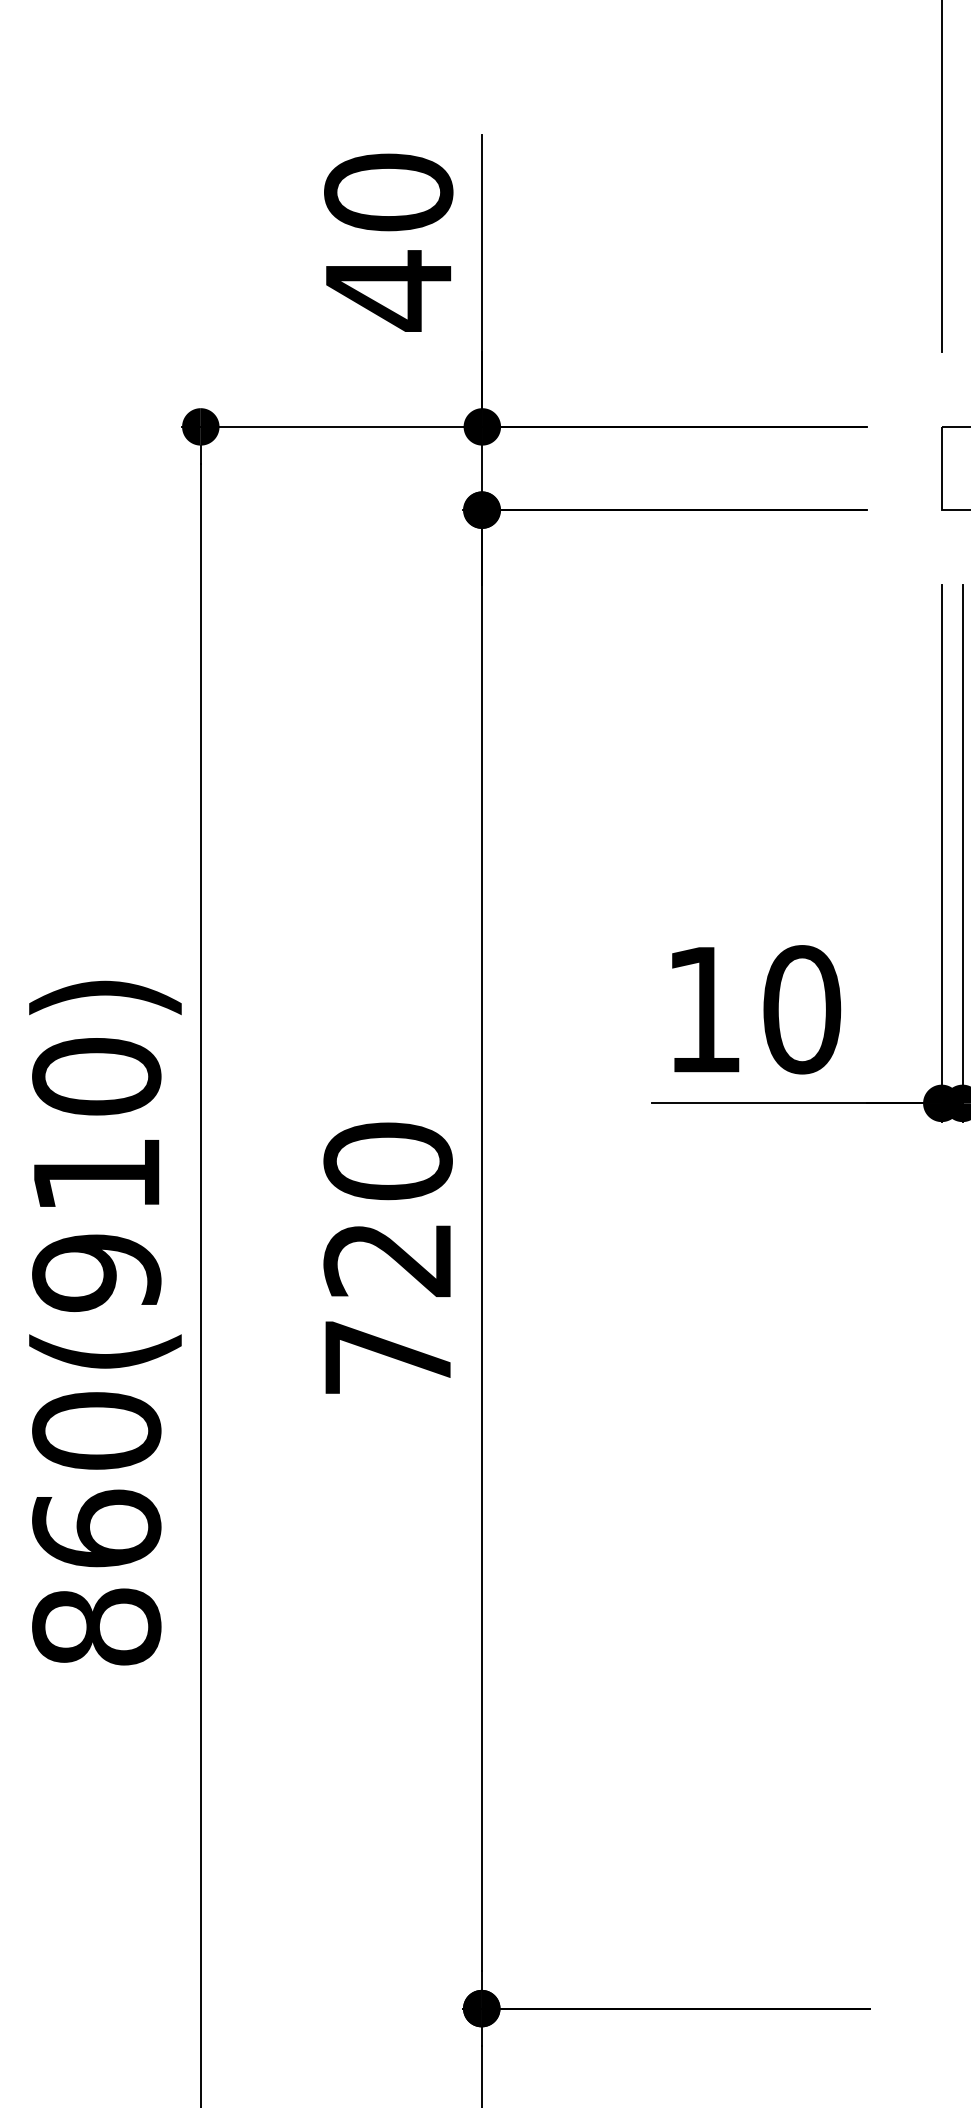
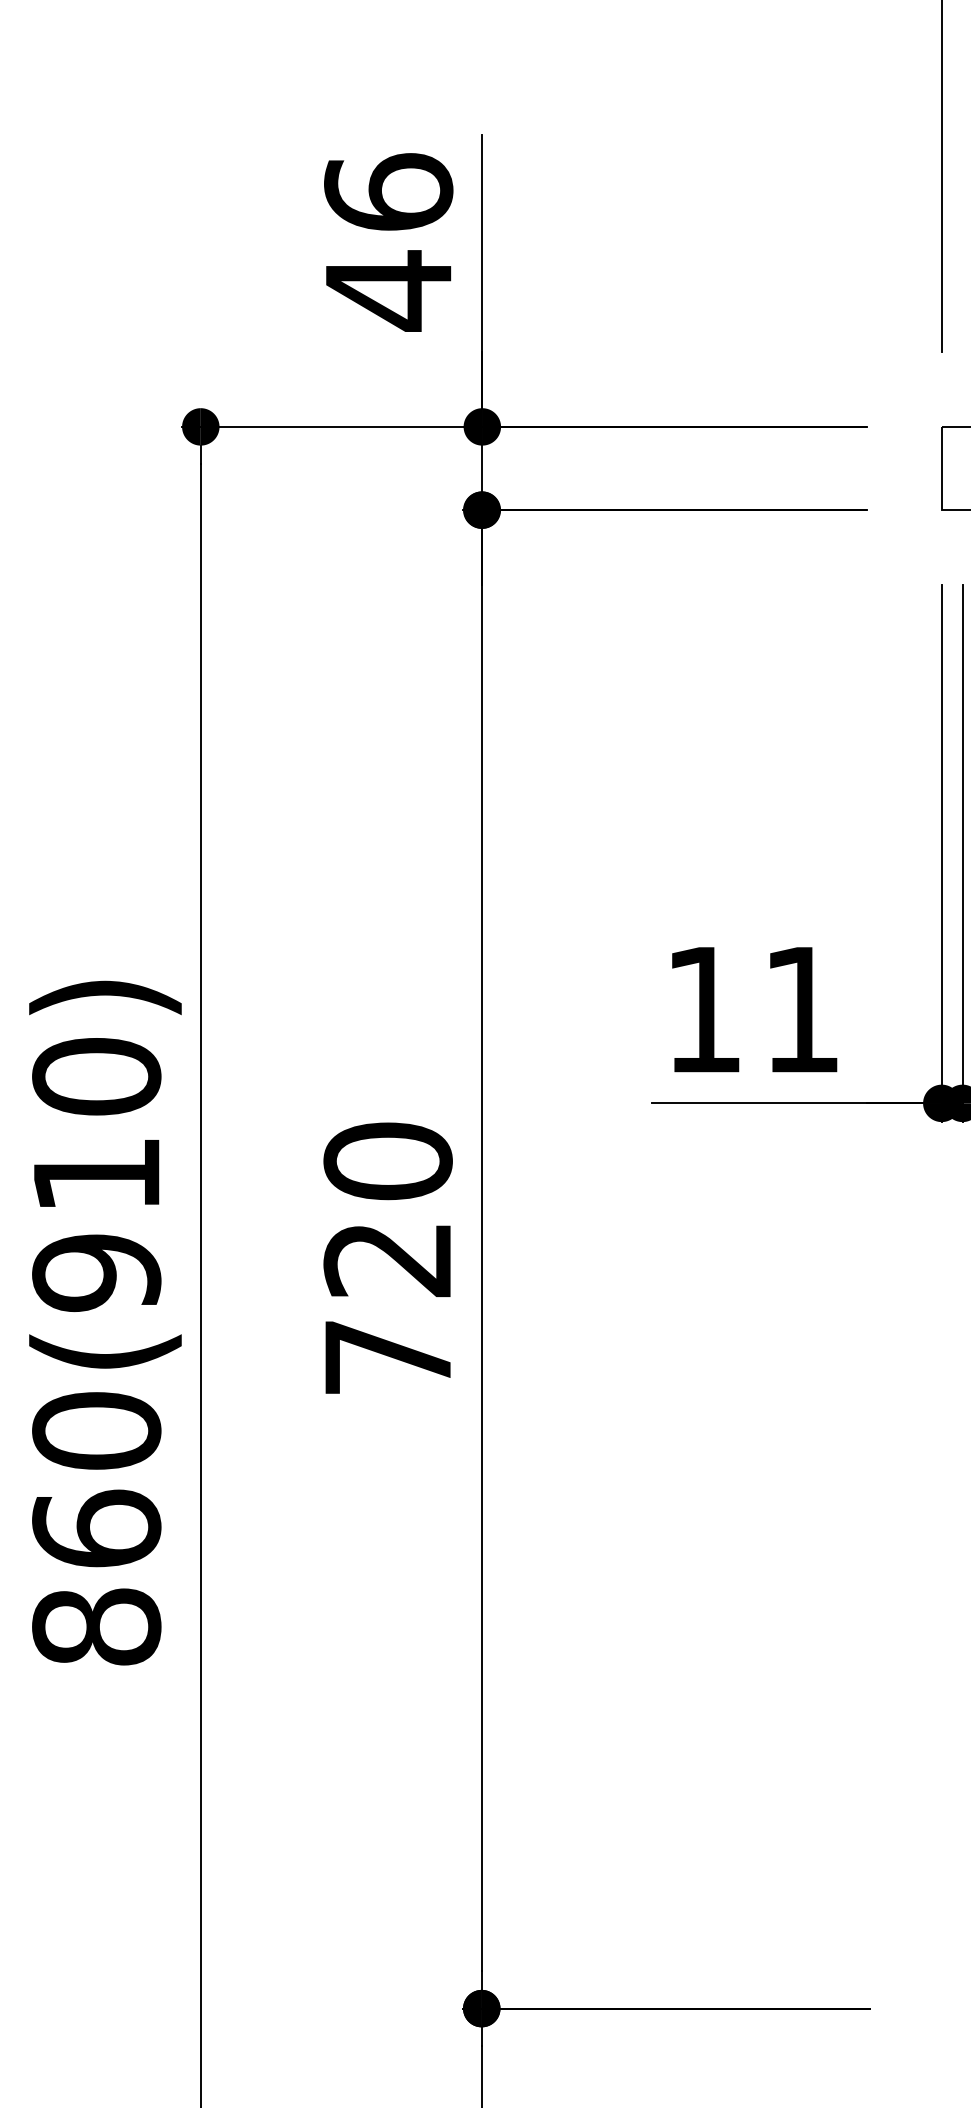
text at (388, 192): 40 -> 46
text at (802, 1009): 10 -> 11
